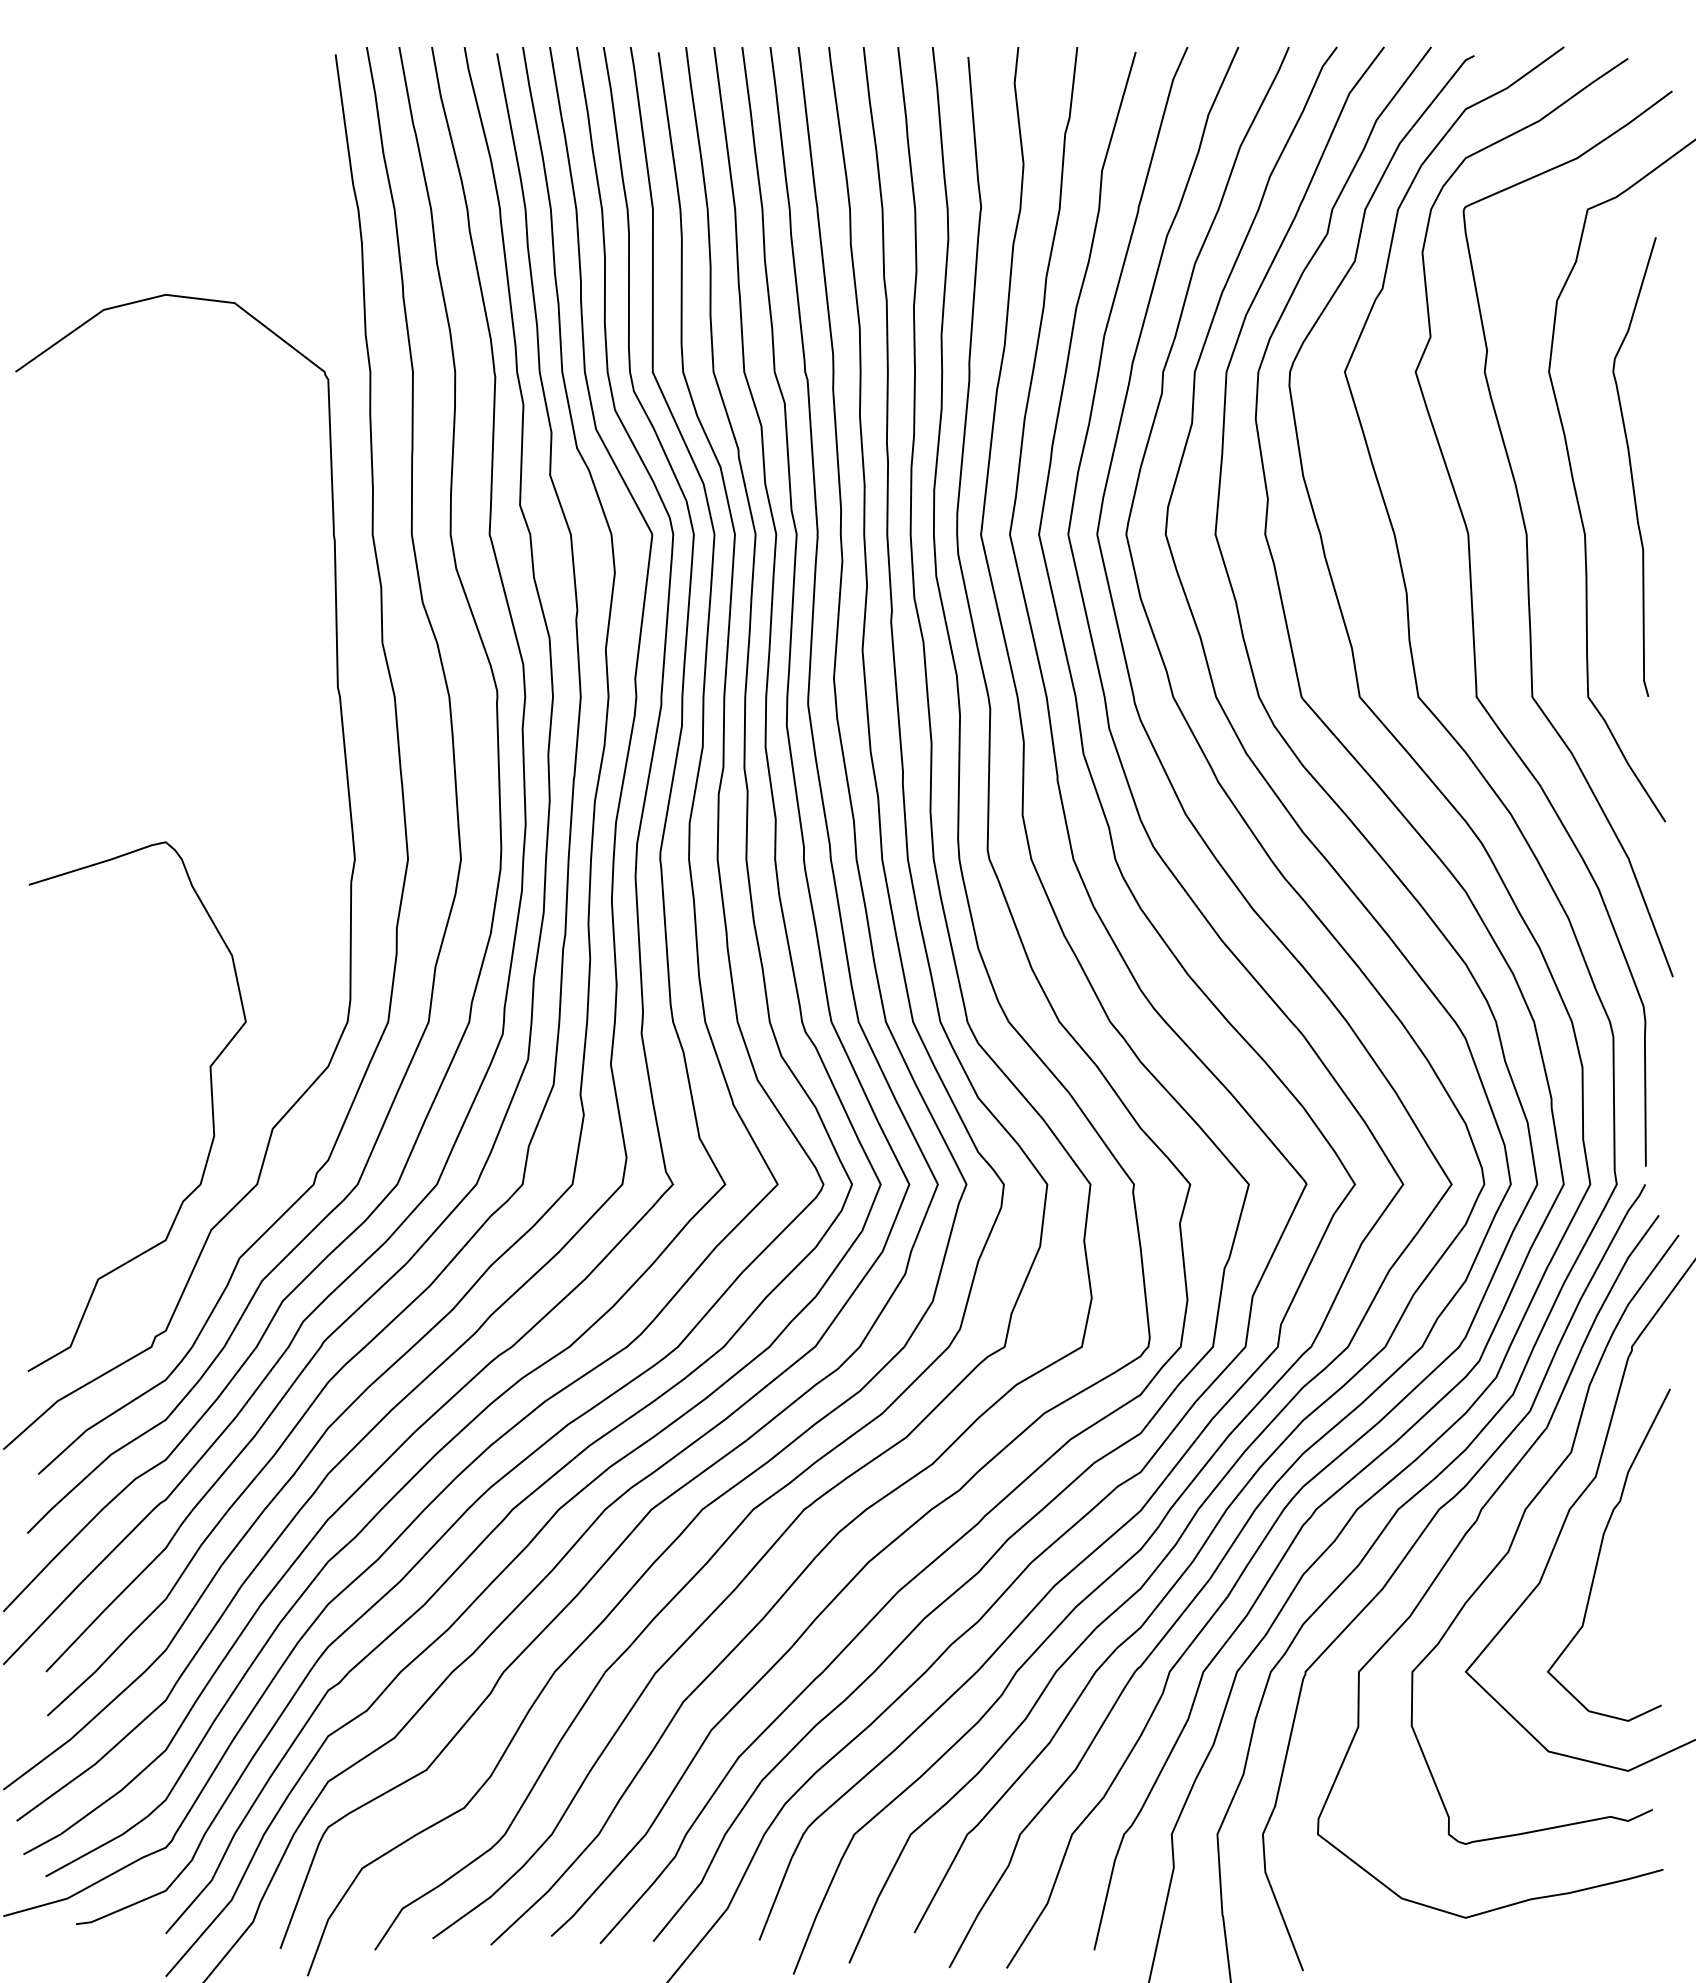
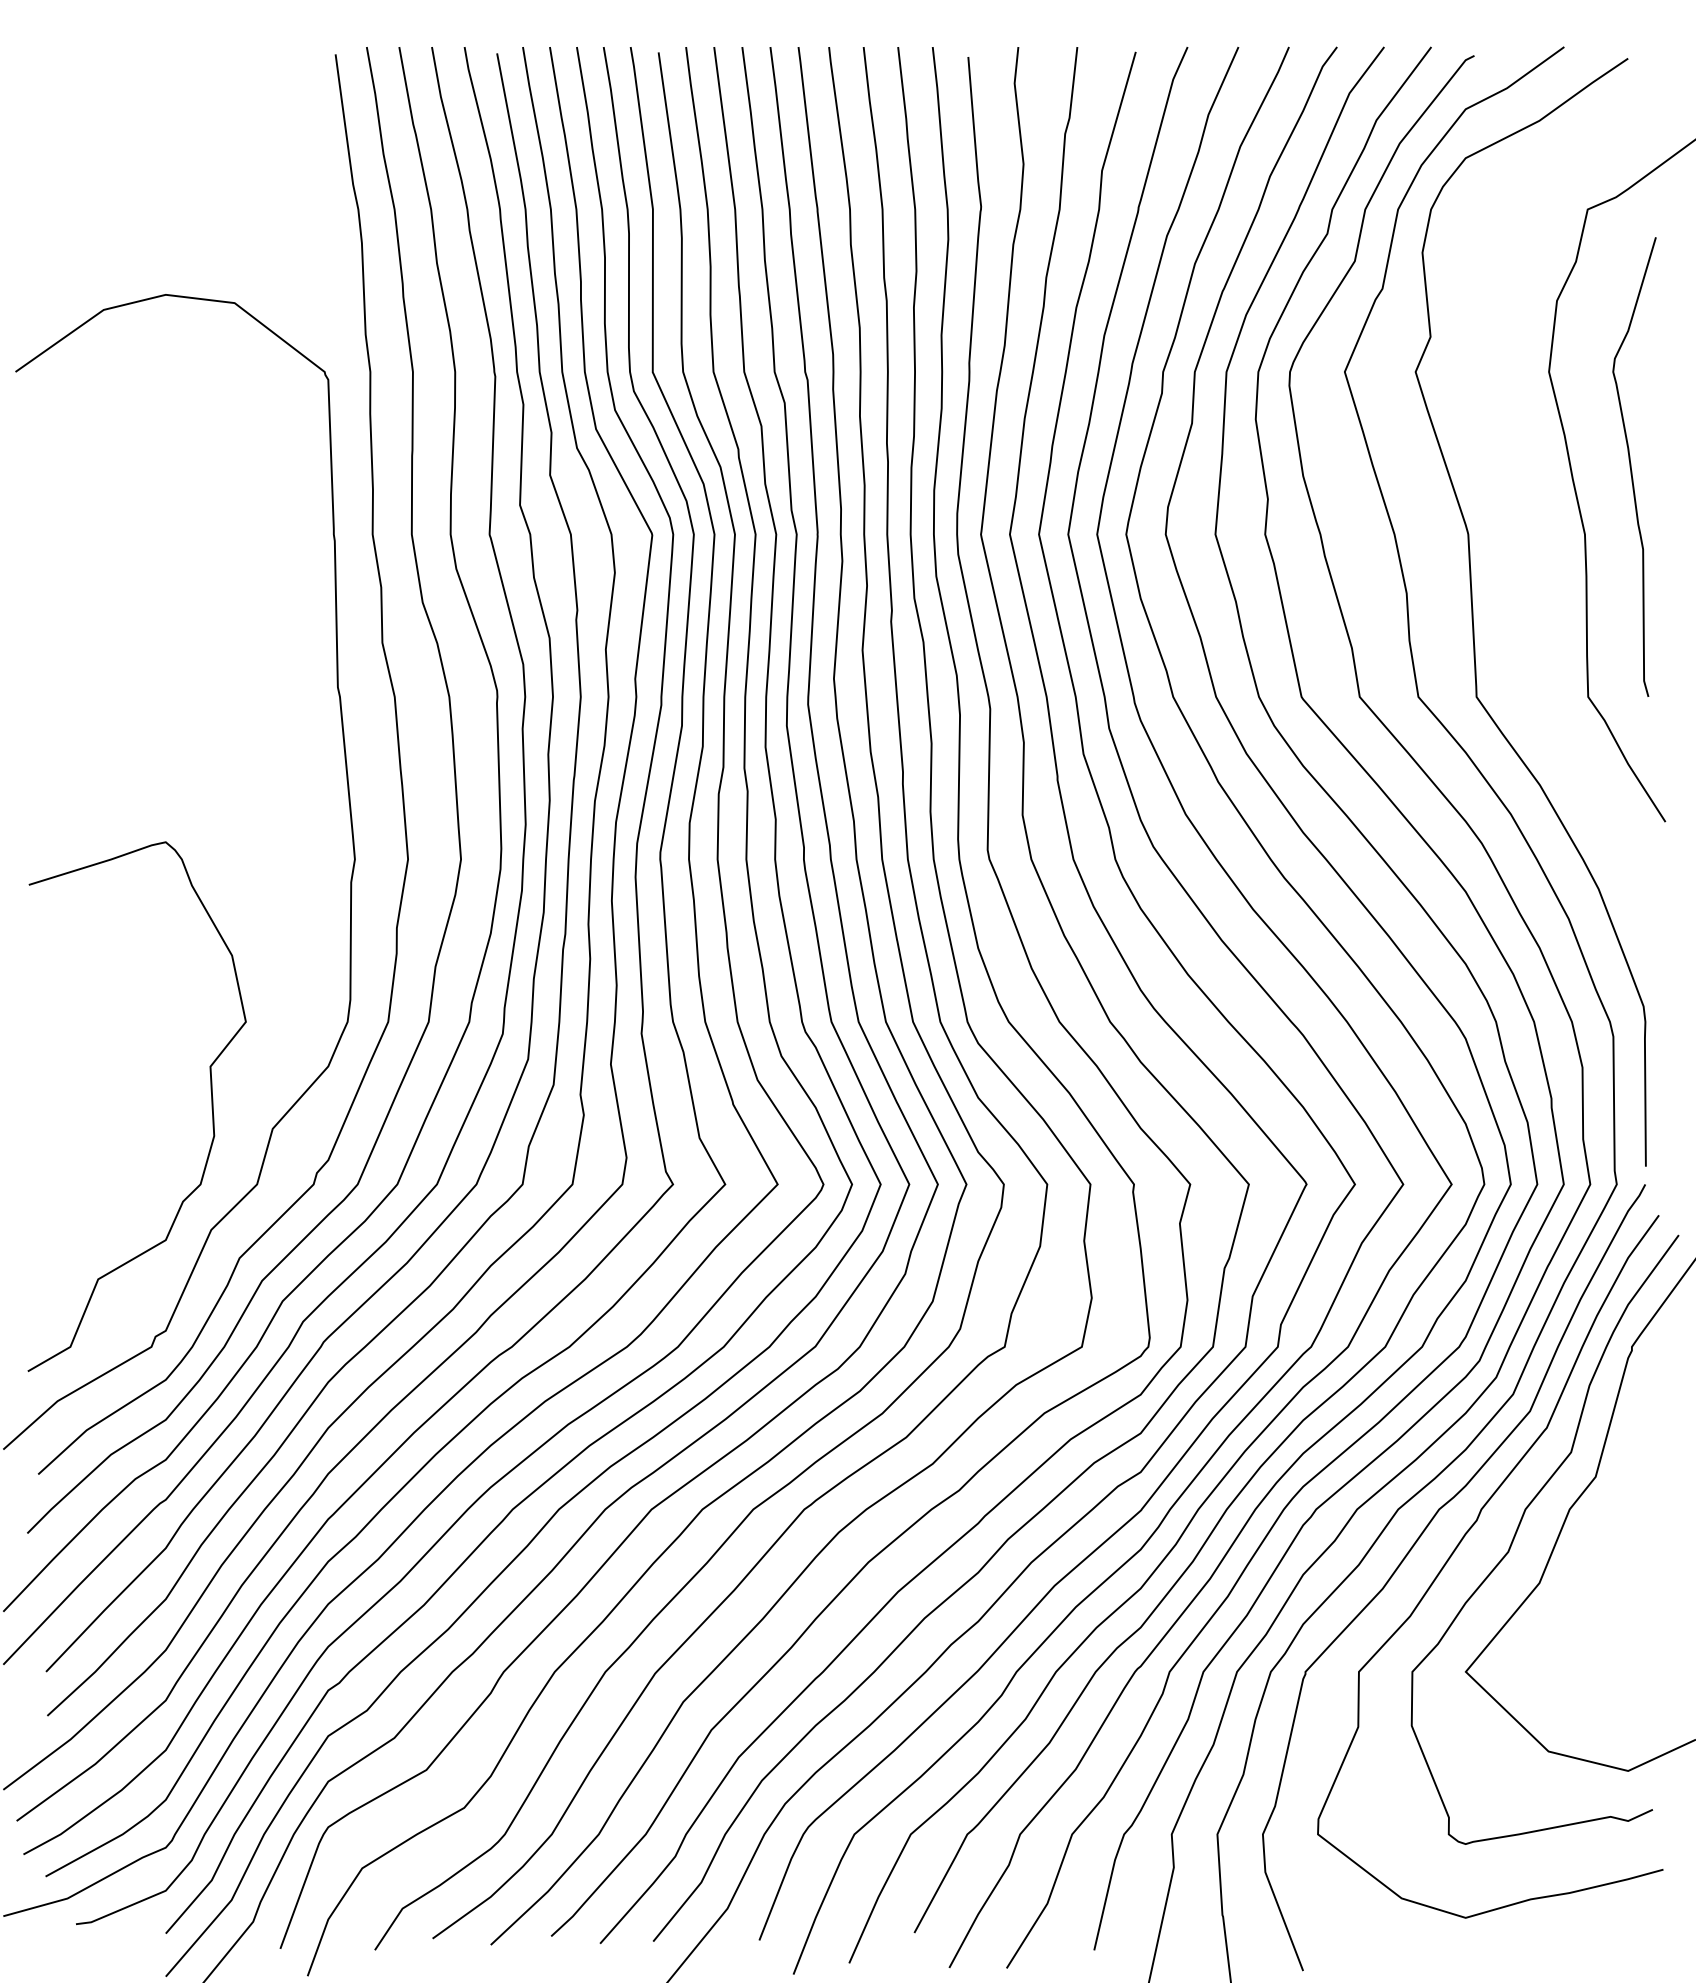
curve at (1527, 533): present -> none
curve at (1600, 1553): present -> none
